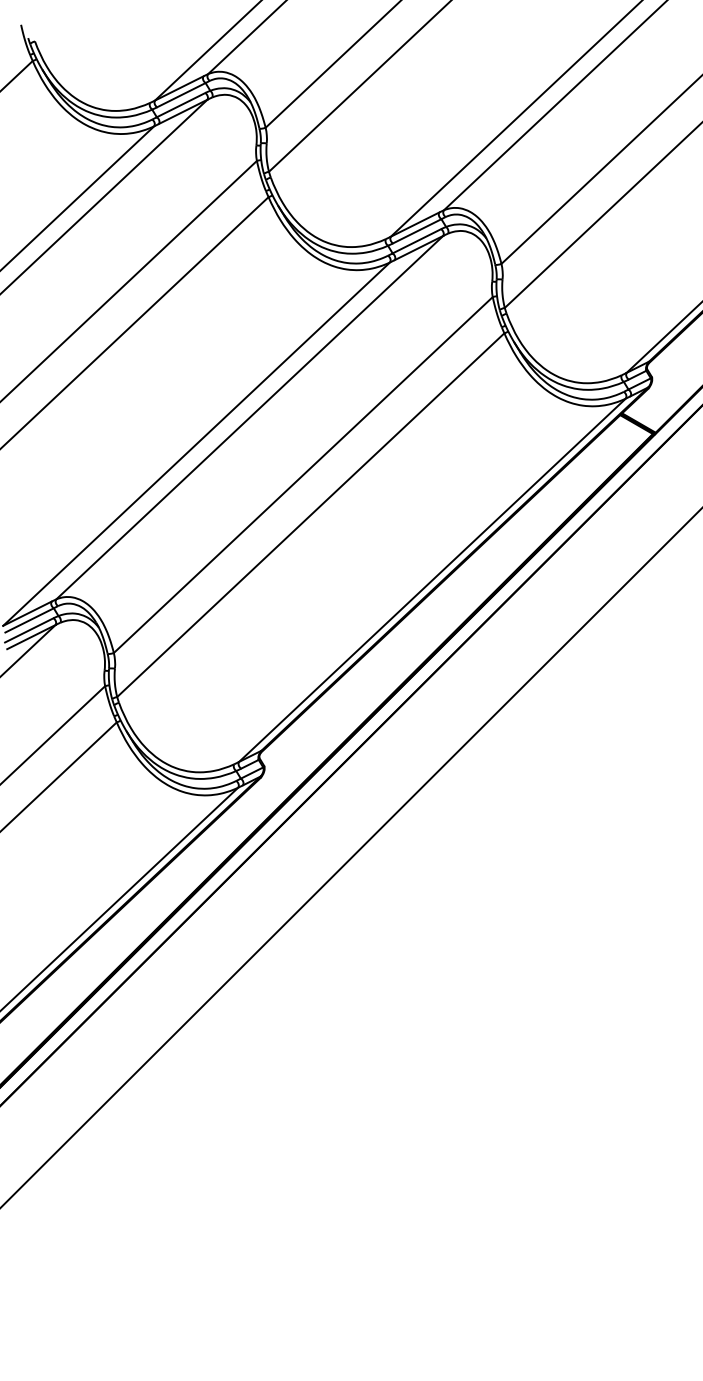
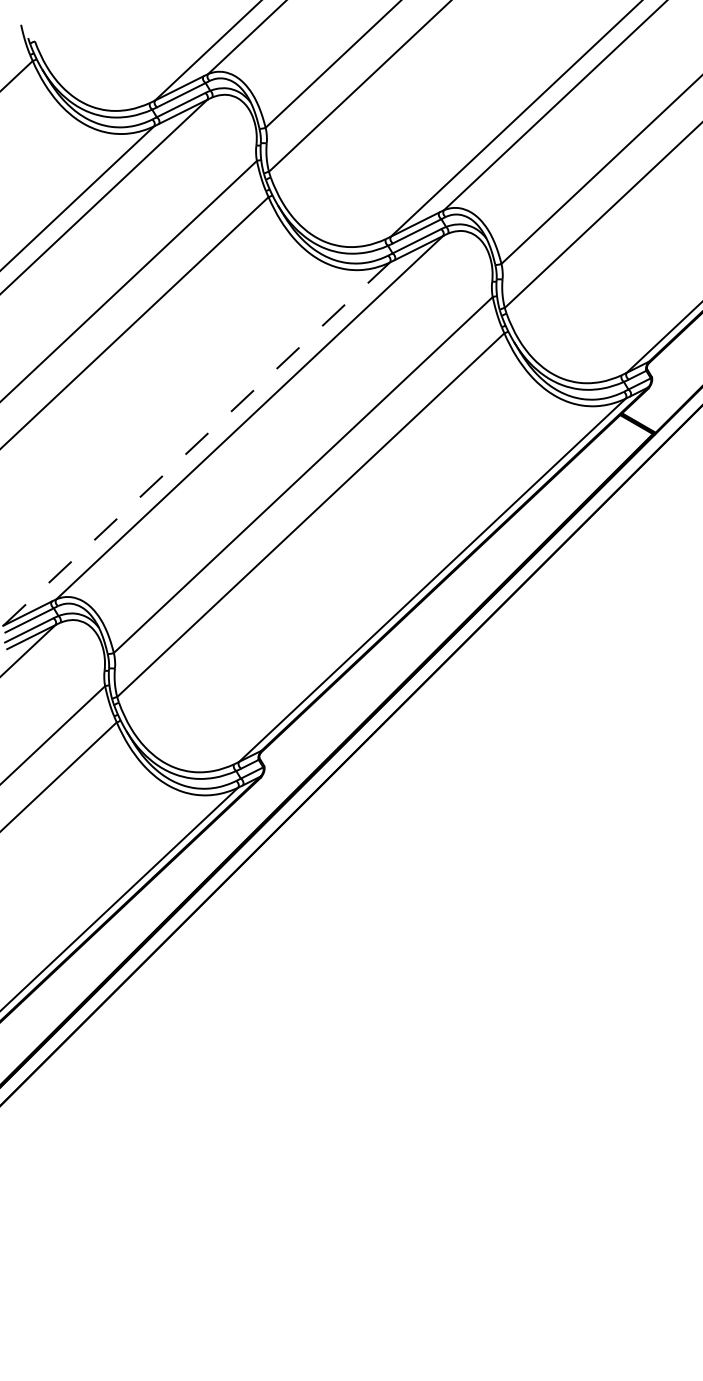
line at (197, 443): solid -> dashed
line at (350, 858): present -> none
